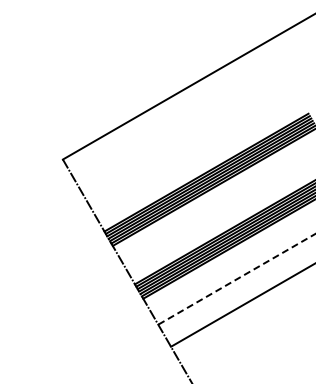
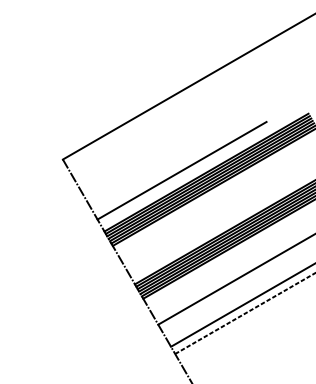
line at (181, 170): none -> present
line at (236, 279): dashed -> solid
line at (243, 314): none -> present
